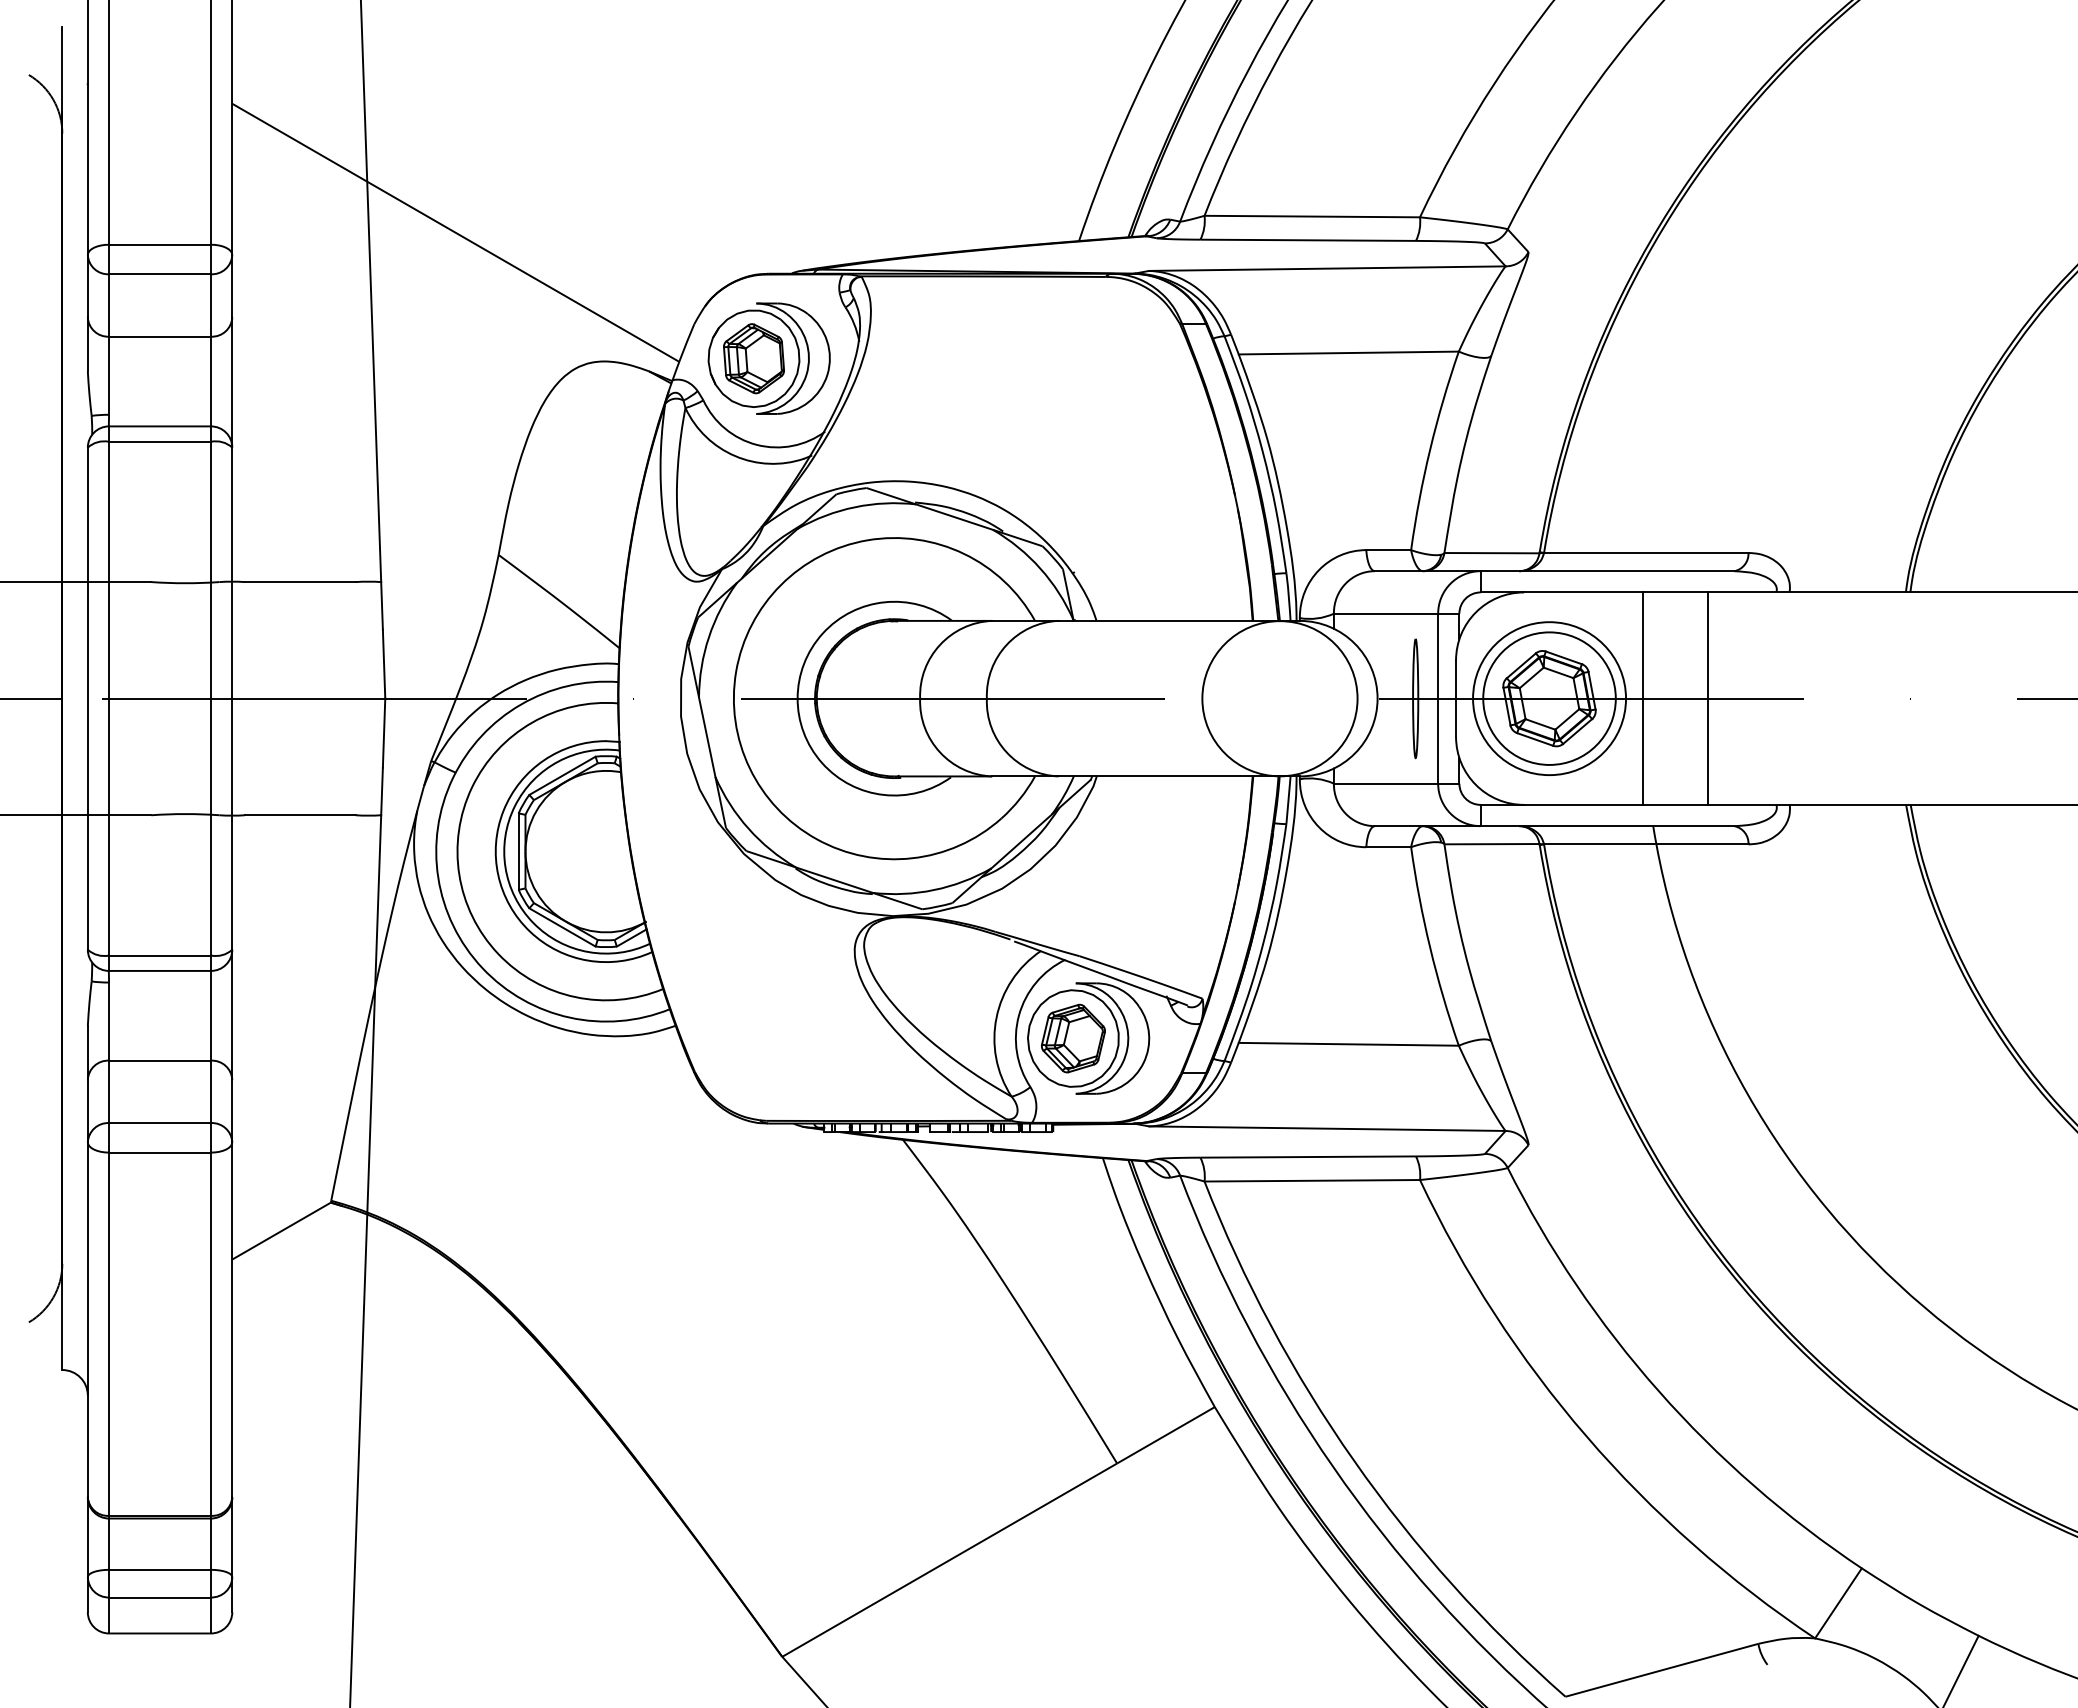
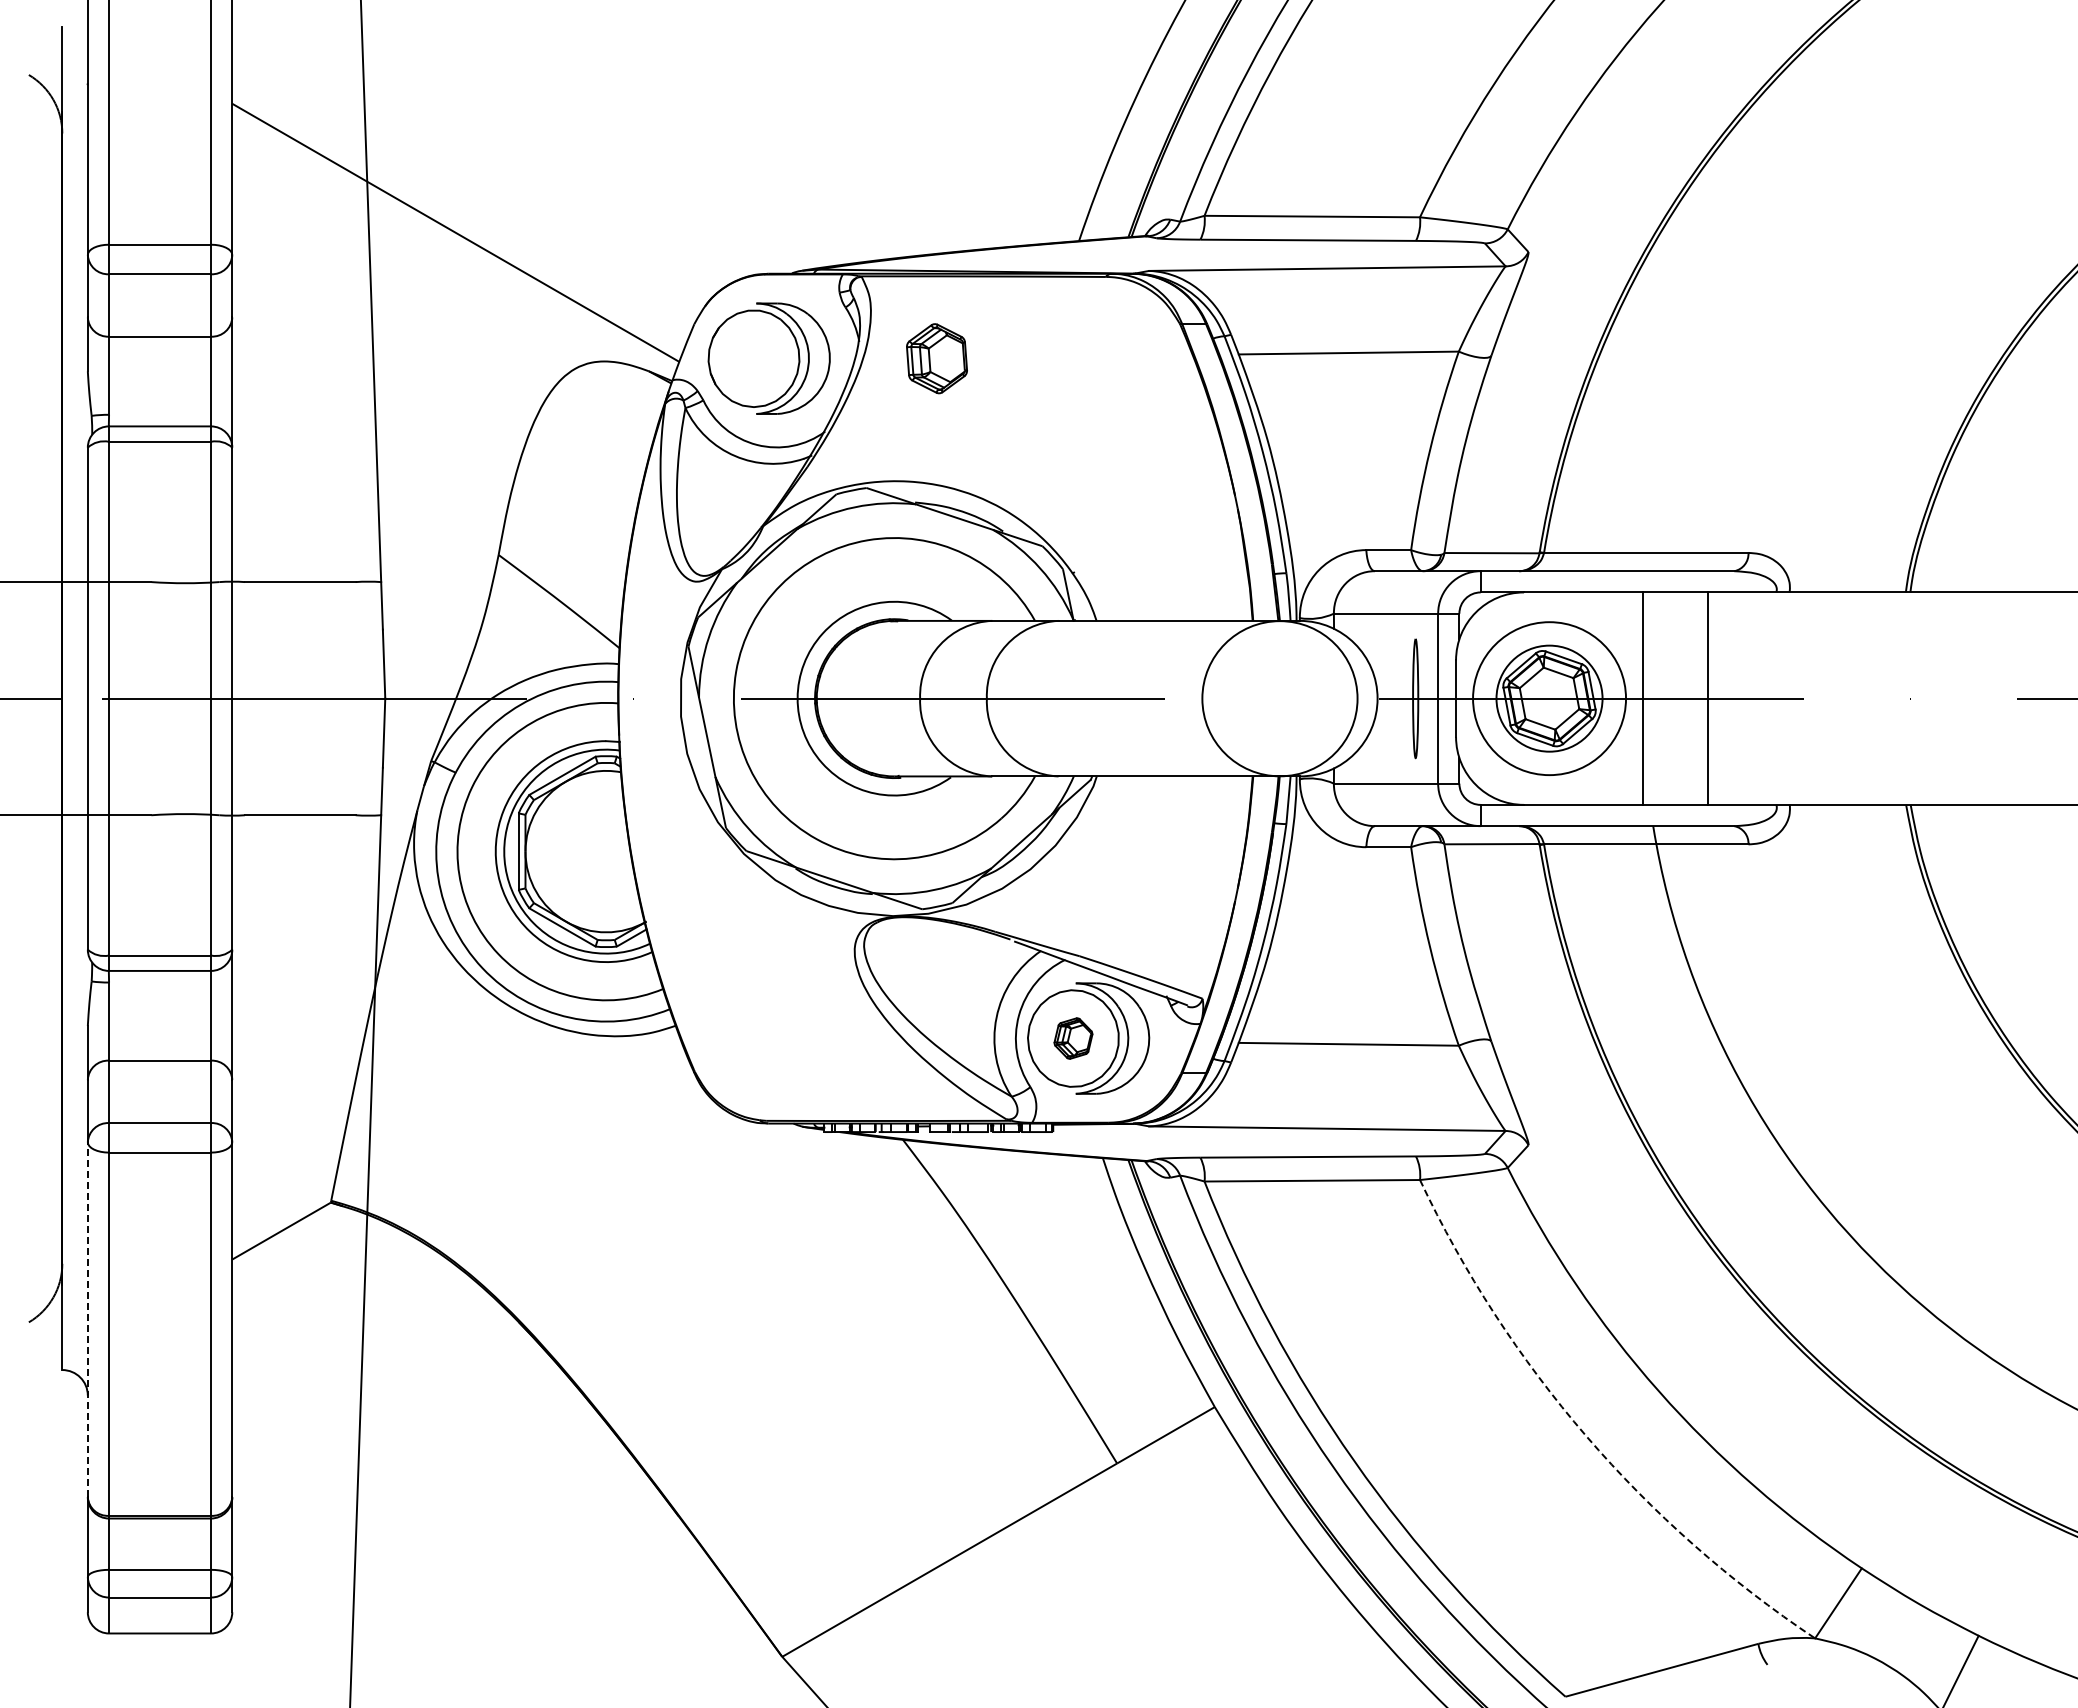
part at (753, 358) position: (753, 358) -> (936, 358)
circle at (1549, 698) diameter: 133 px -> 106 px
part at (1073, 1038) size: 65x71 px -> 41x43 px
line at (87, 1319): solid -> dashed
arc at (1586, 1436): solid -> dashed
